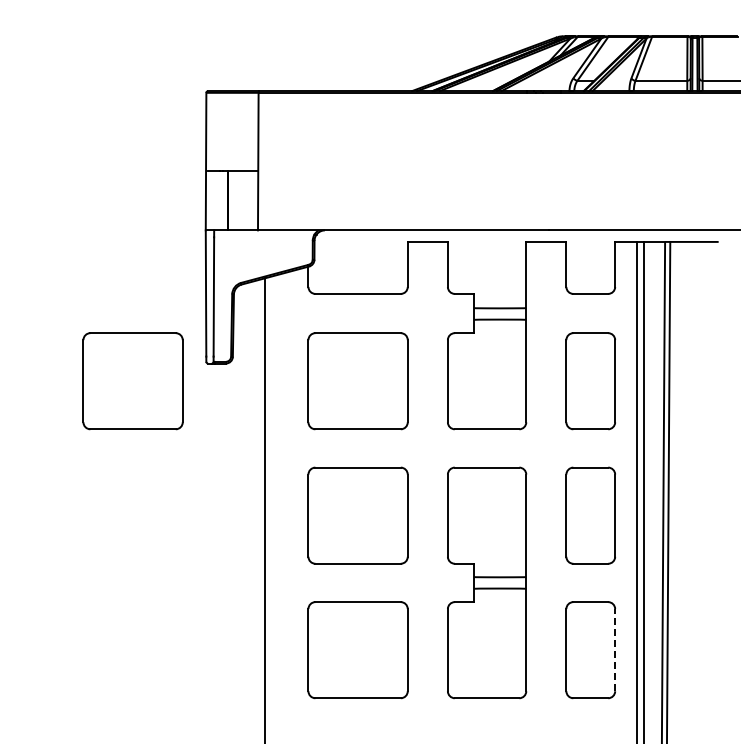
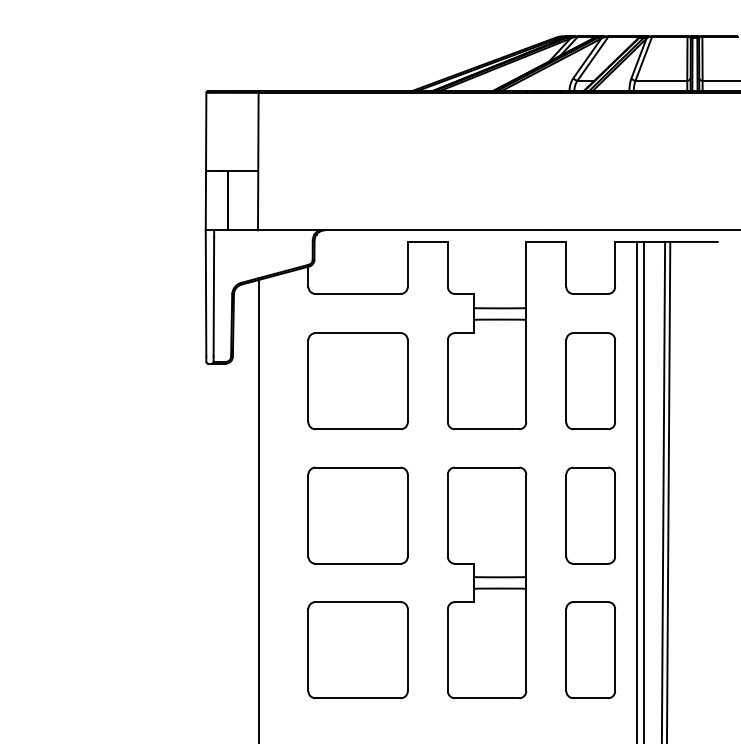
part at (132, 381): present -> none
line at (264, 509) position: (264, 509) -> (258, 509)
line at (615, 649): dashed -> solid
